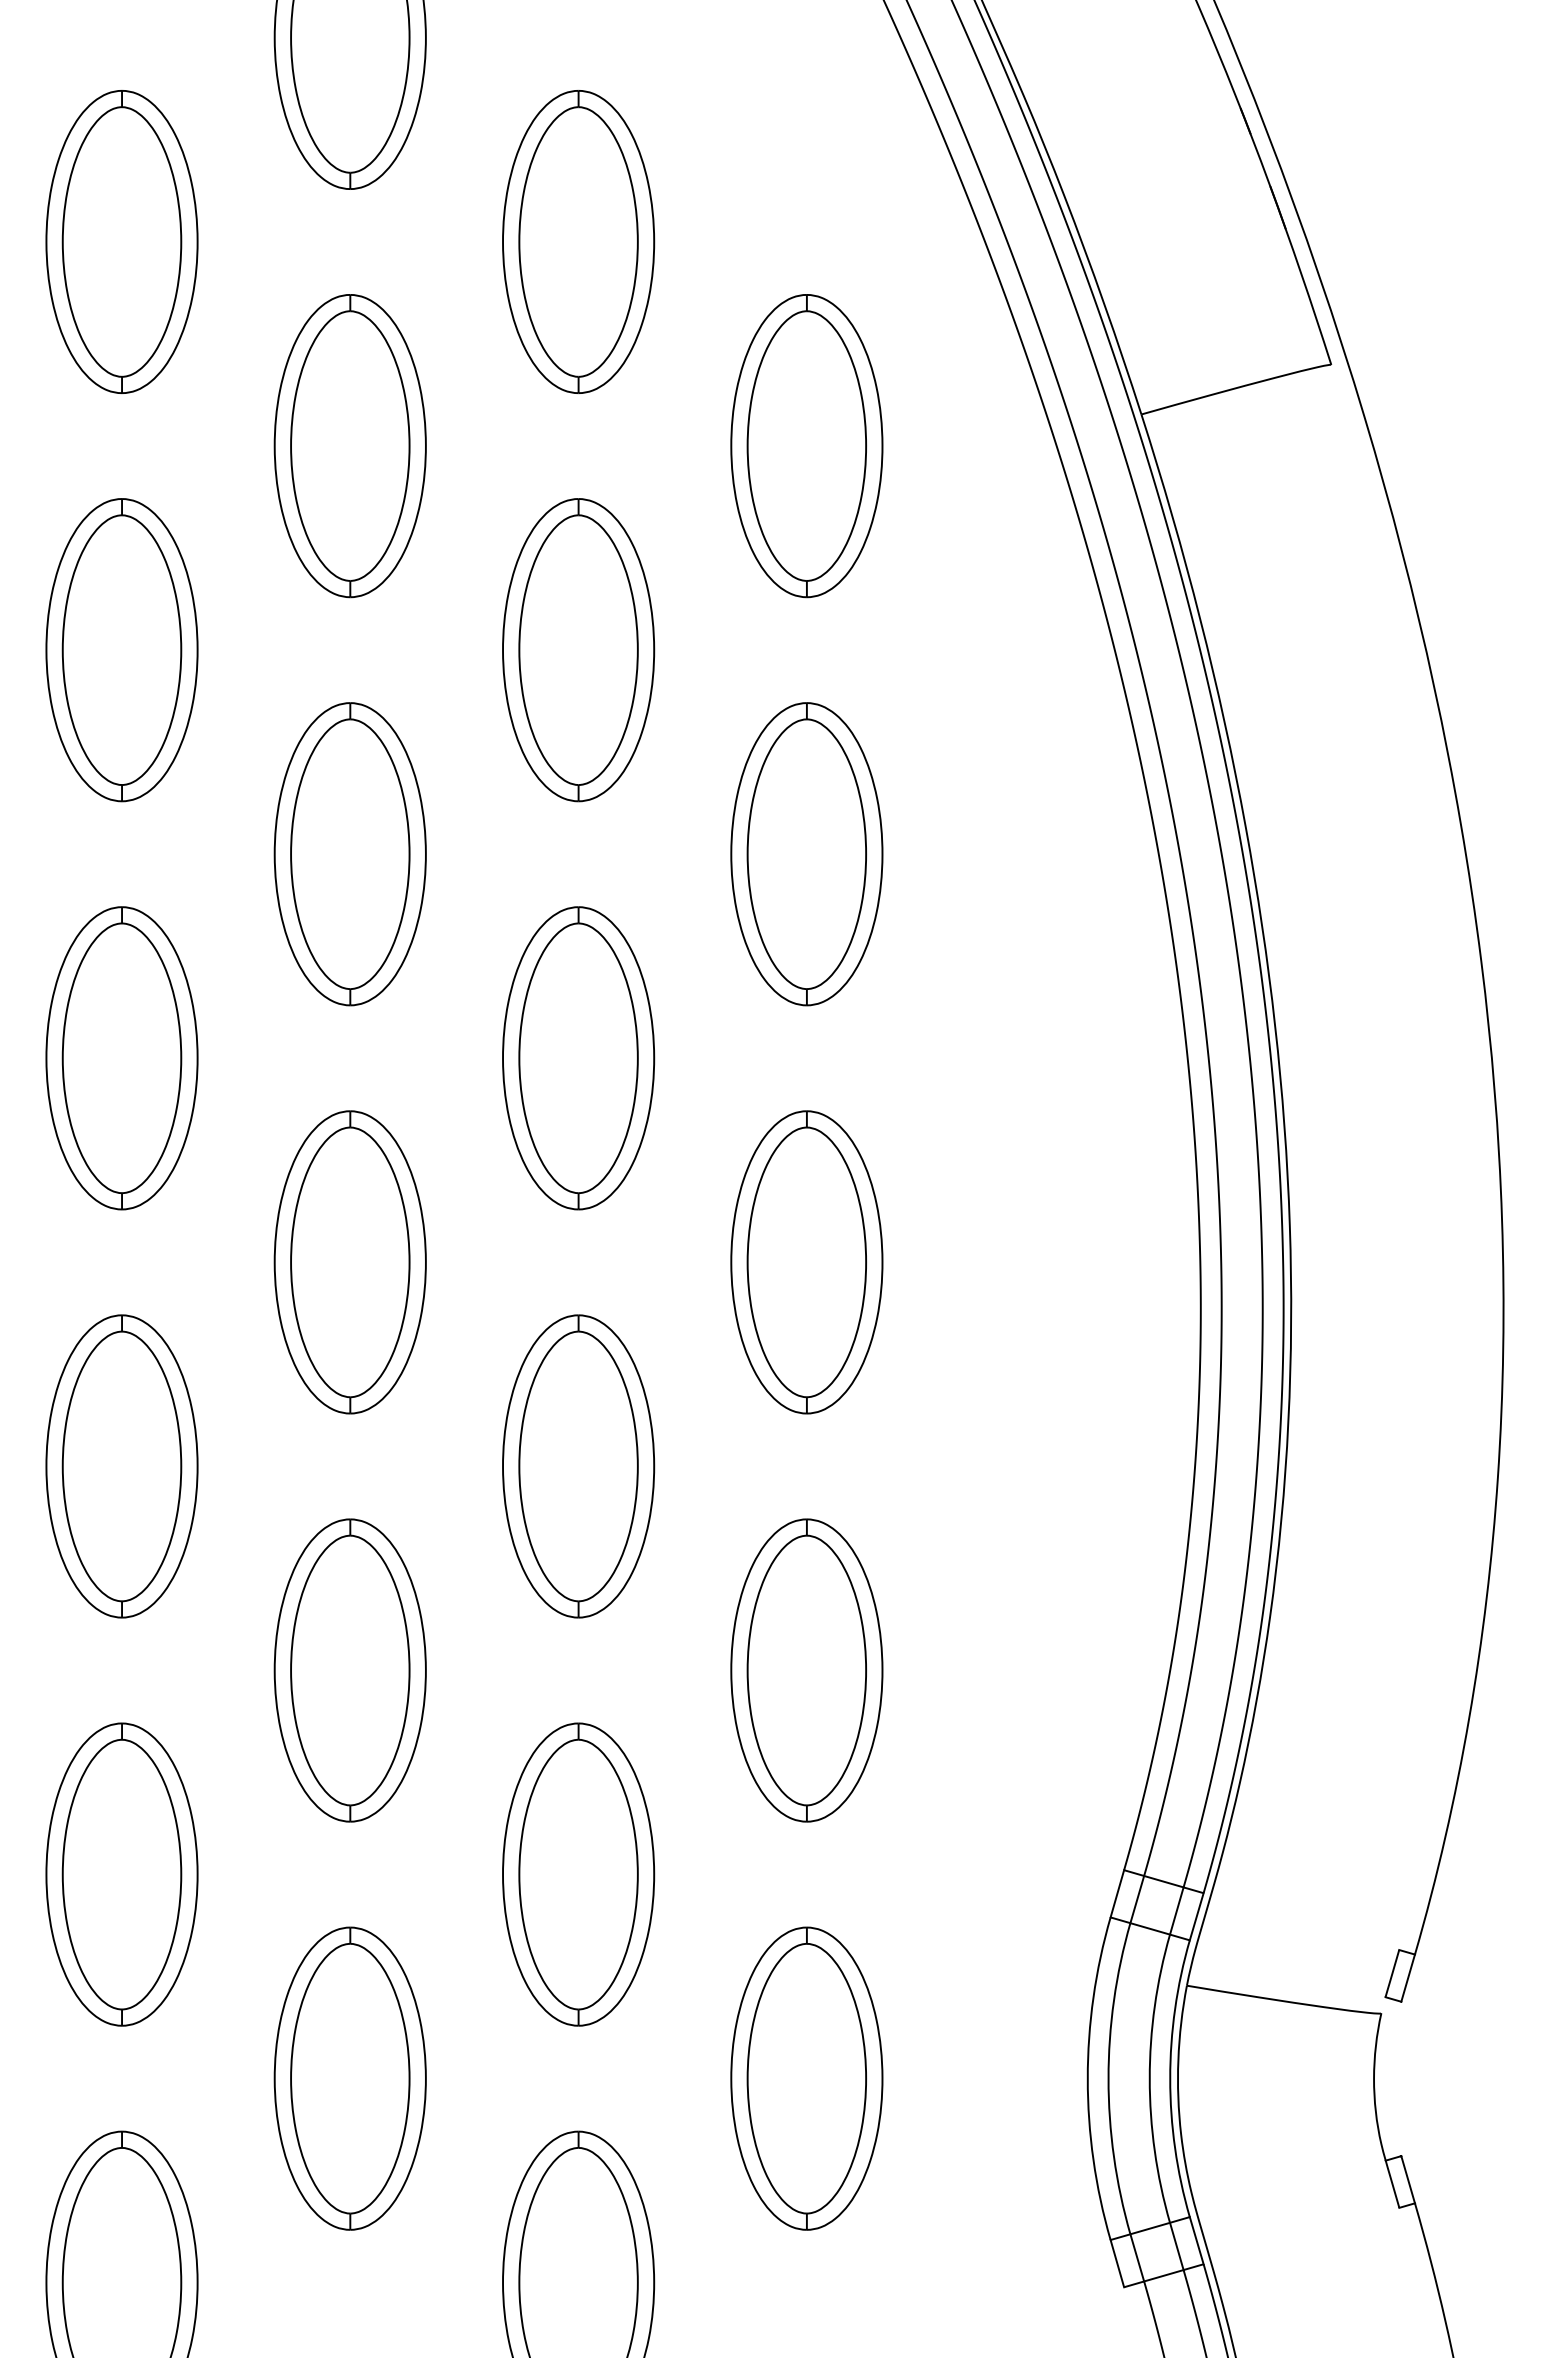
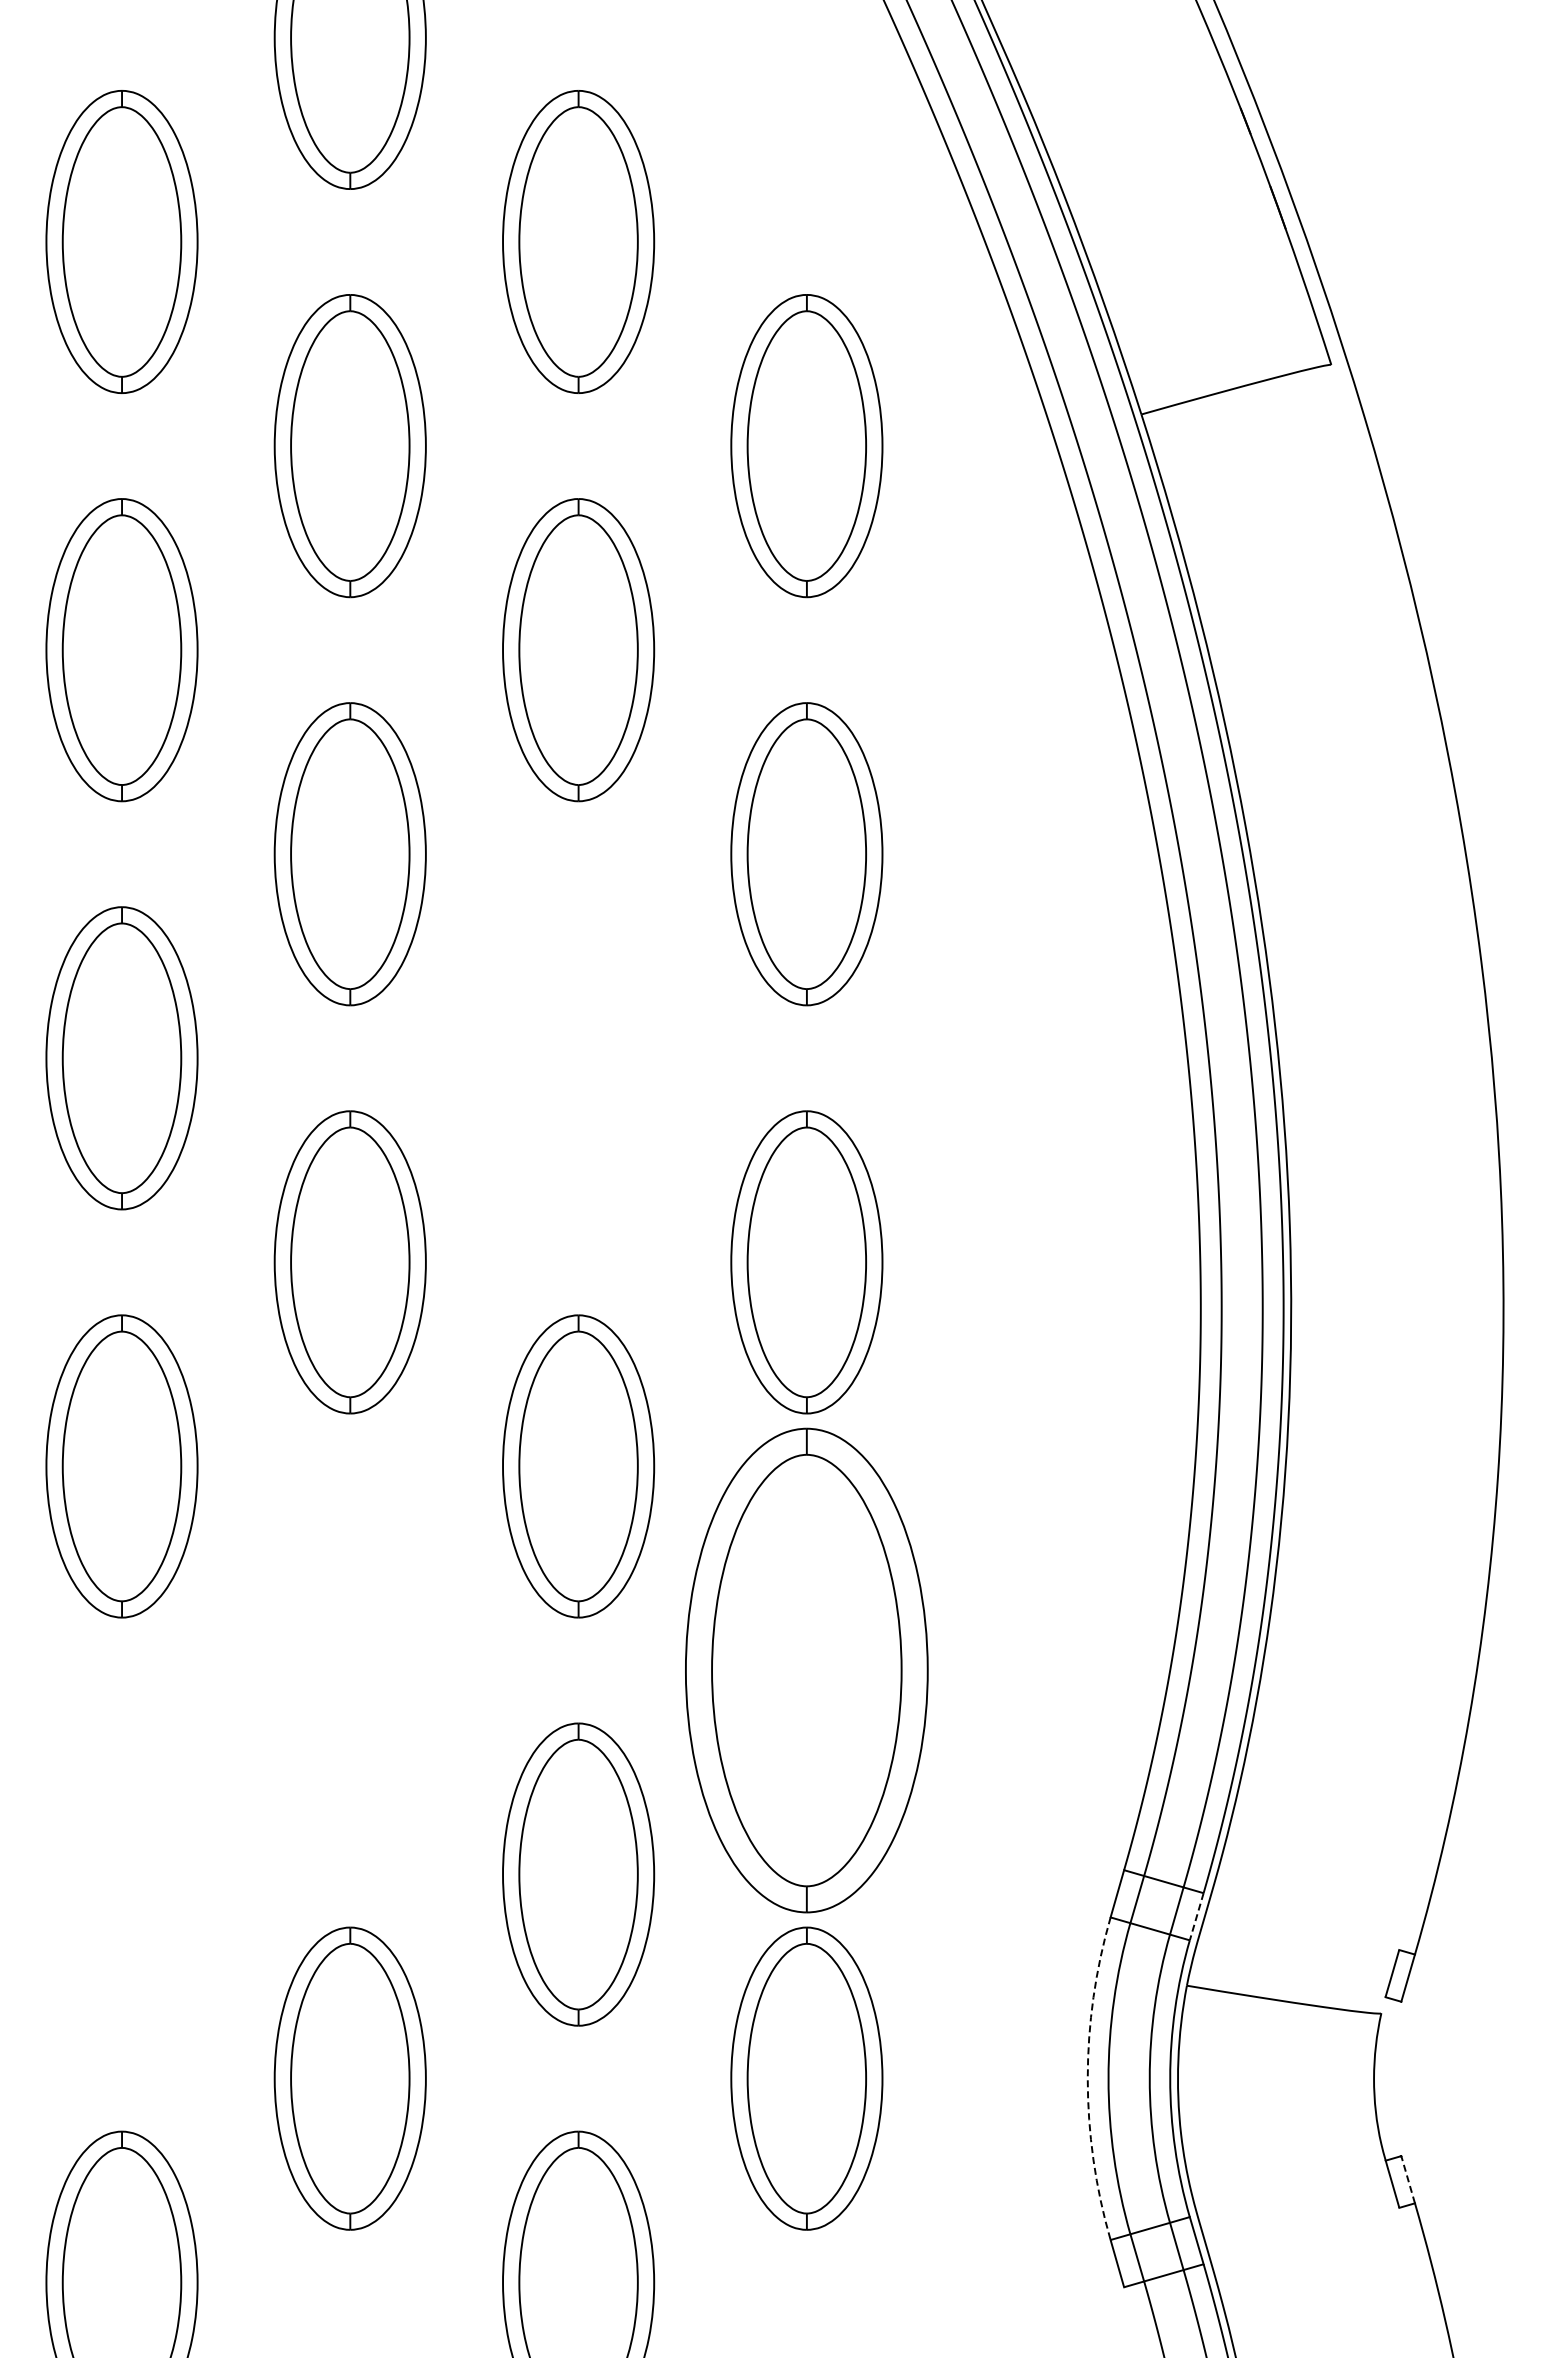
part at (578, 1058): present -> none
part at (349, 1670): present -> none
part at (806, 1670) size: 154x305 px -> 244x487 px
part at (121, 1874): present -> none
line at (1196, 1916): solid -> dashed
arc at (1087, 2078): solid -> dashed
line at (1408, 2179): solid -> dashed
